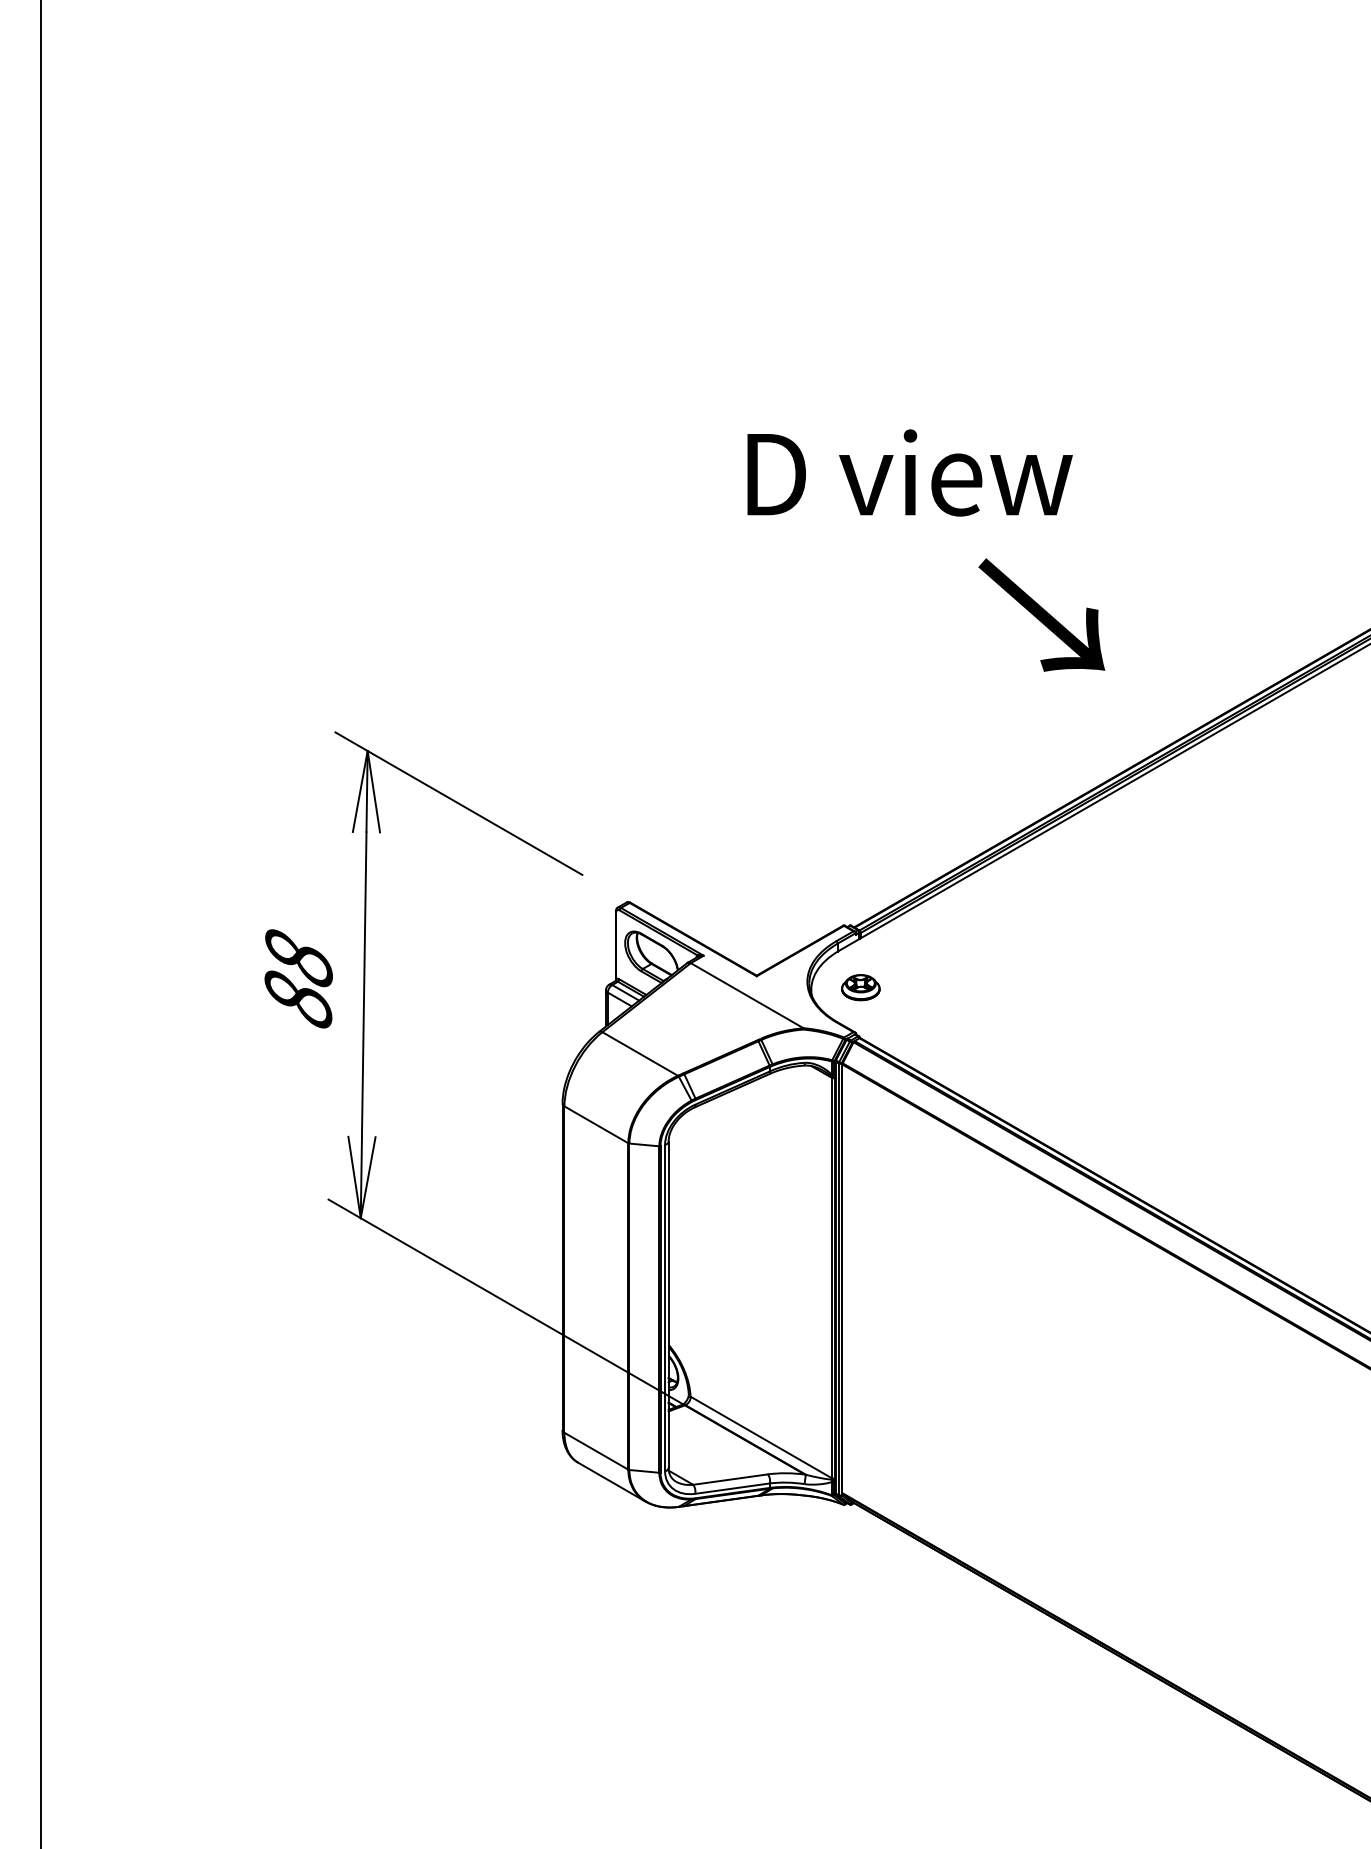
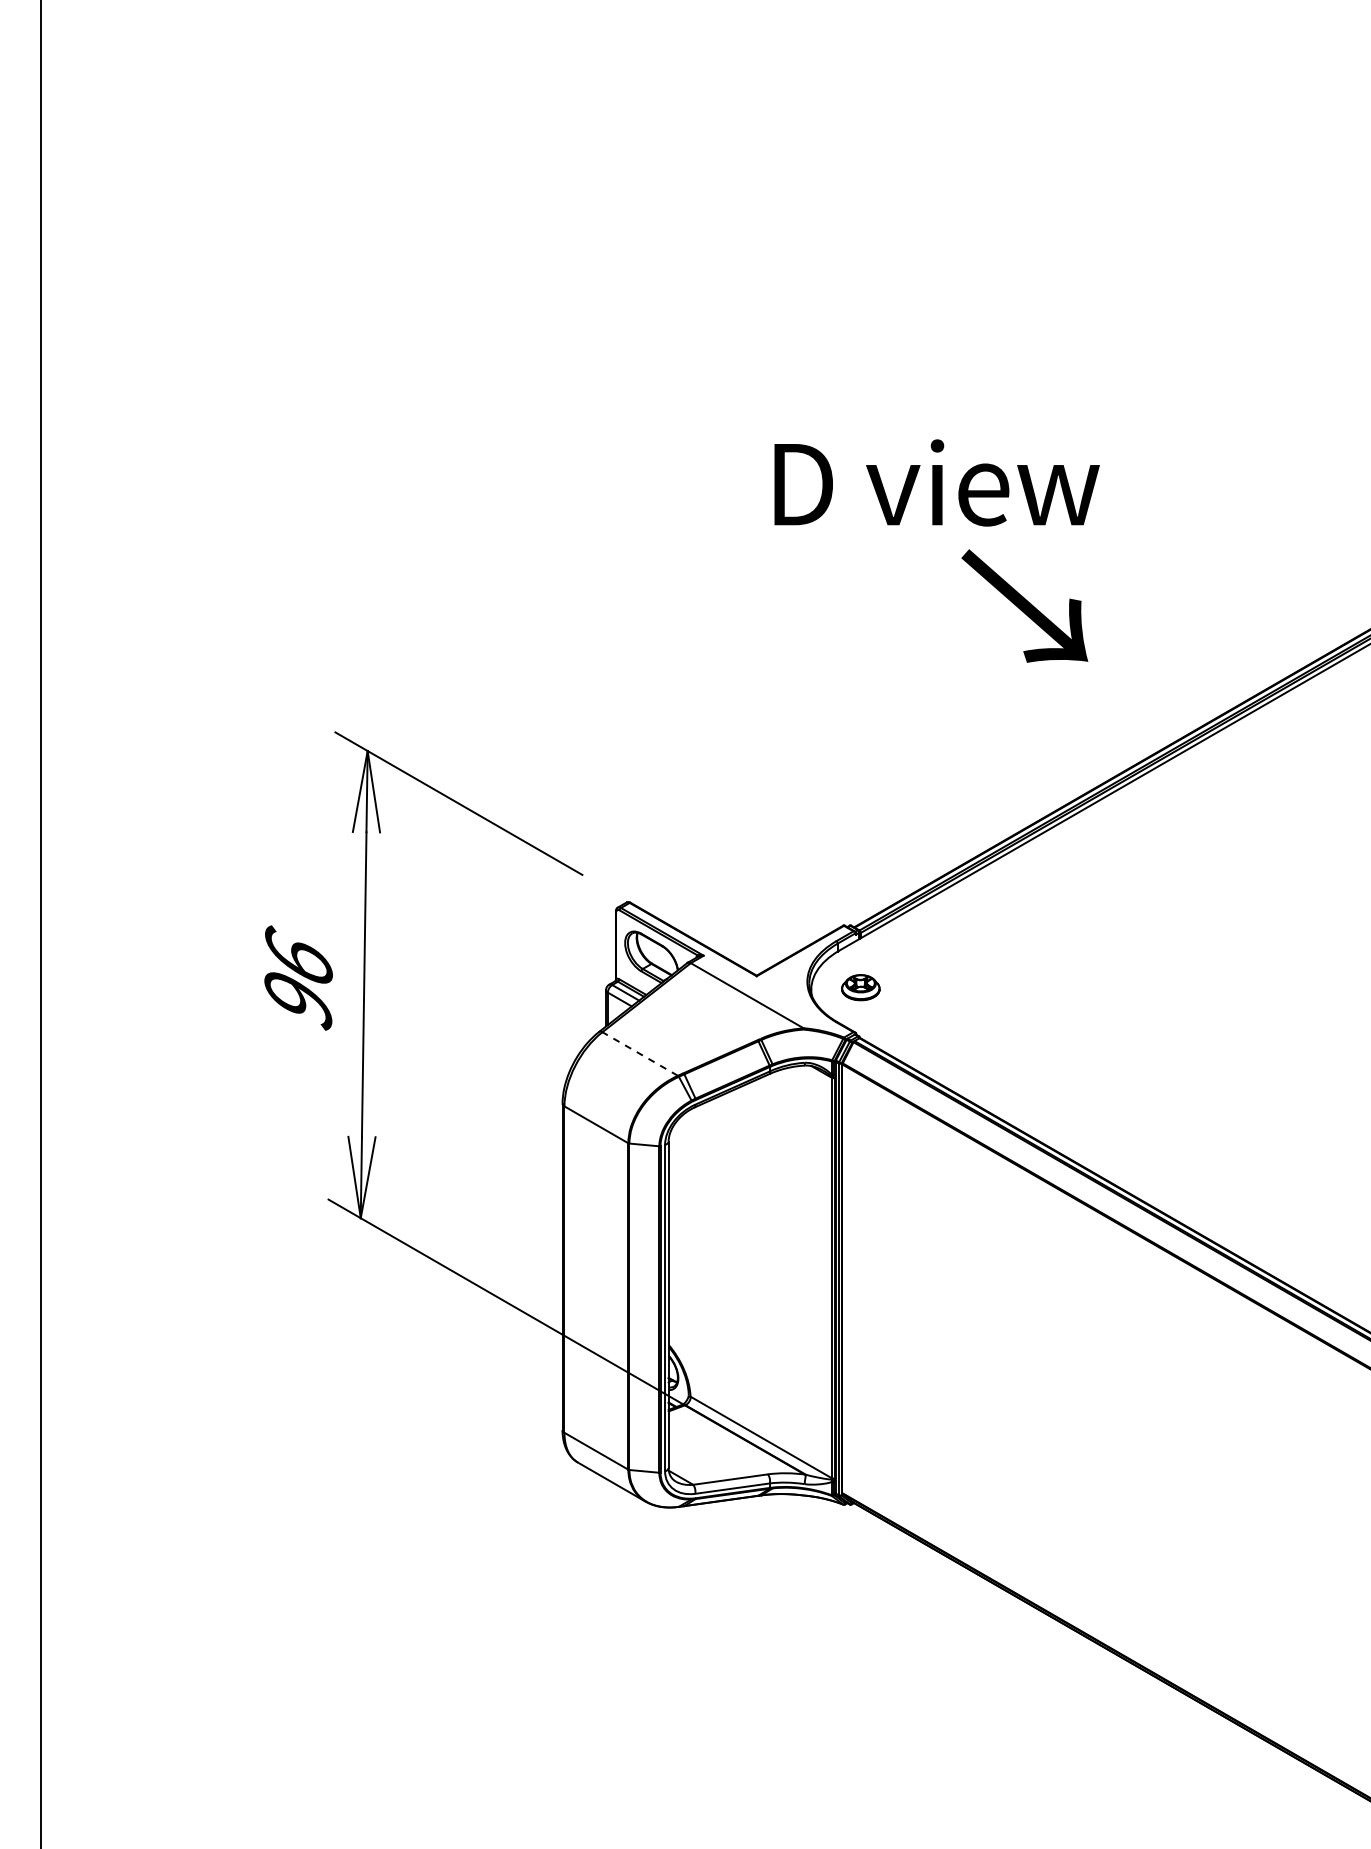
text at (909, 472) position: (909, 472) -> (936, 482)
text at (1041, 614) position: (1041, 614) -> (1024, 605)
text at (298, 977): 88 -> 96
line at (640, 1053): solid -> dashed
